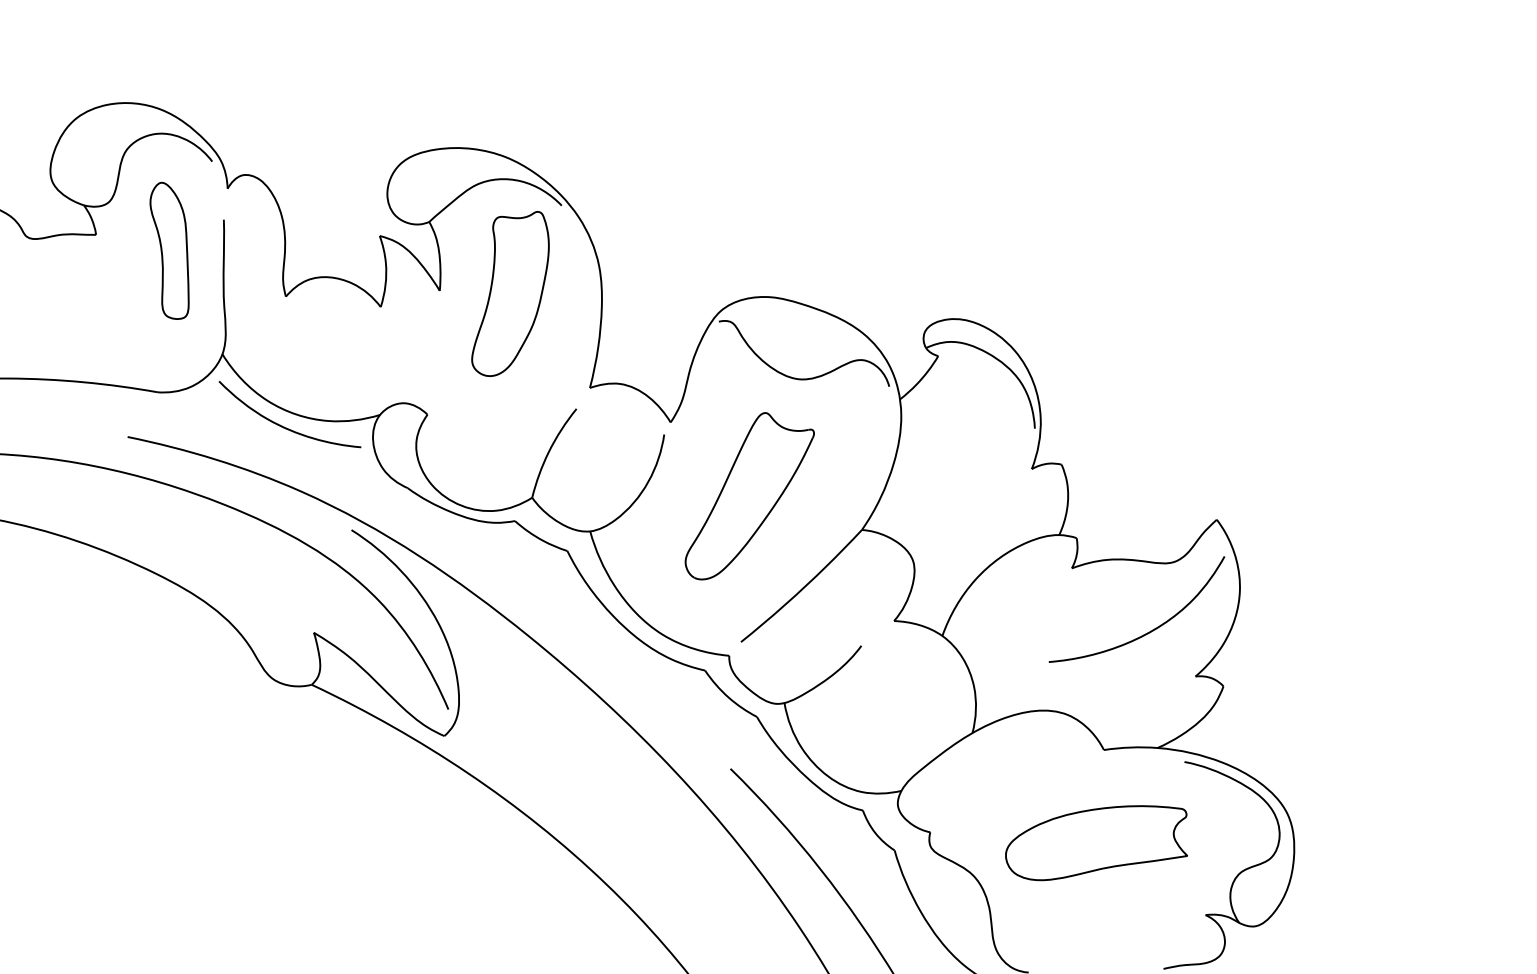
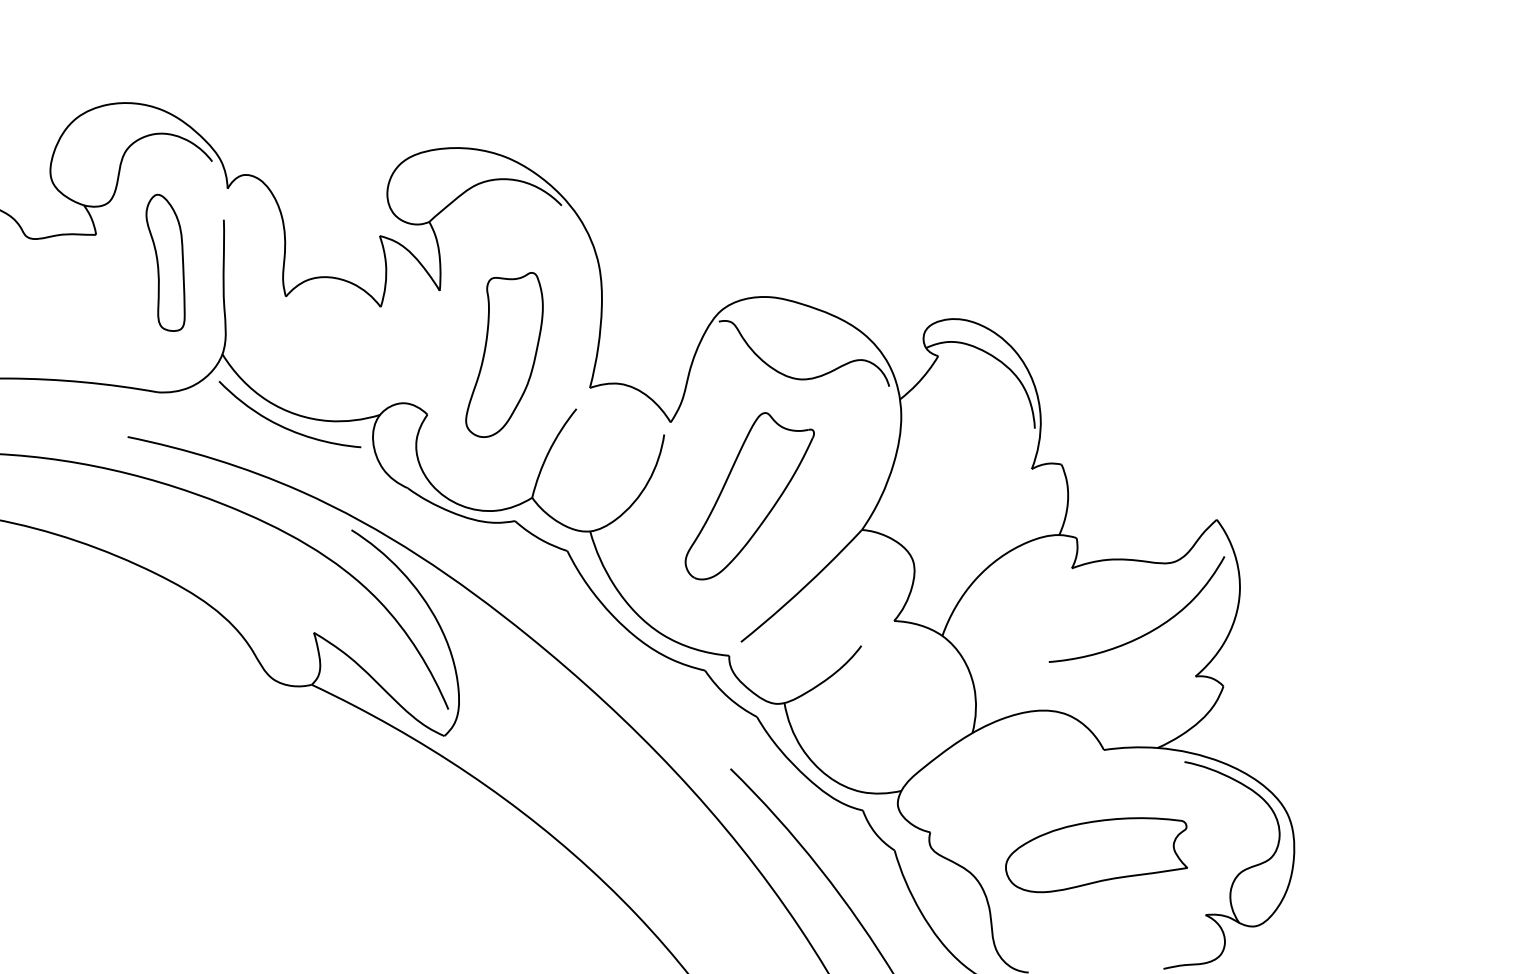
part at (169, 250) position: (169, 250) -> (165, 262)
part at (510, 293) position: (510, 293) -> (504, 354)
part at (1096, 843) position: (1096, 843) -> (1096, 855)
